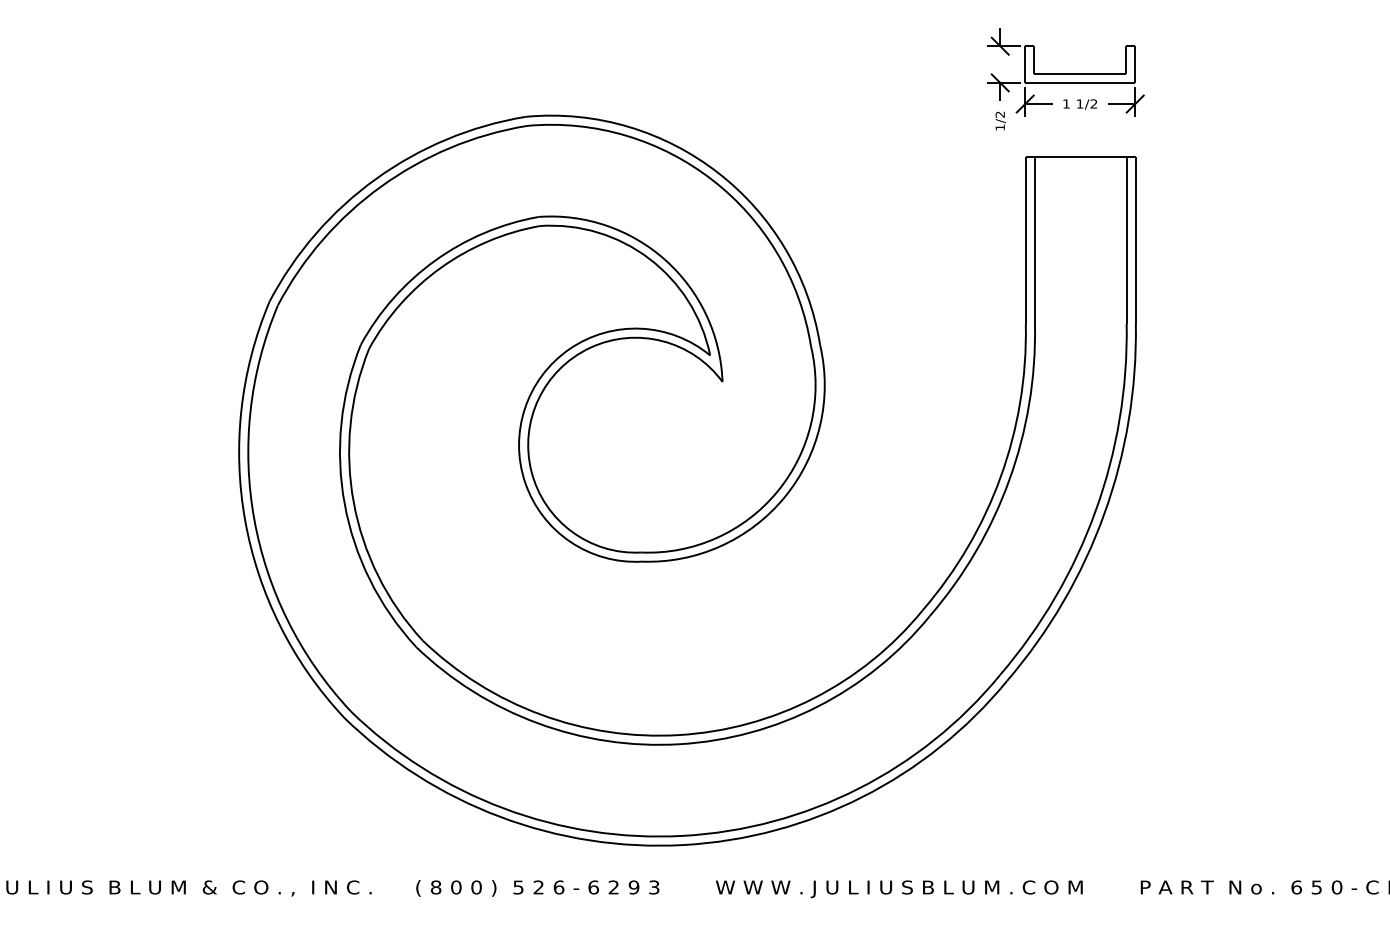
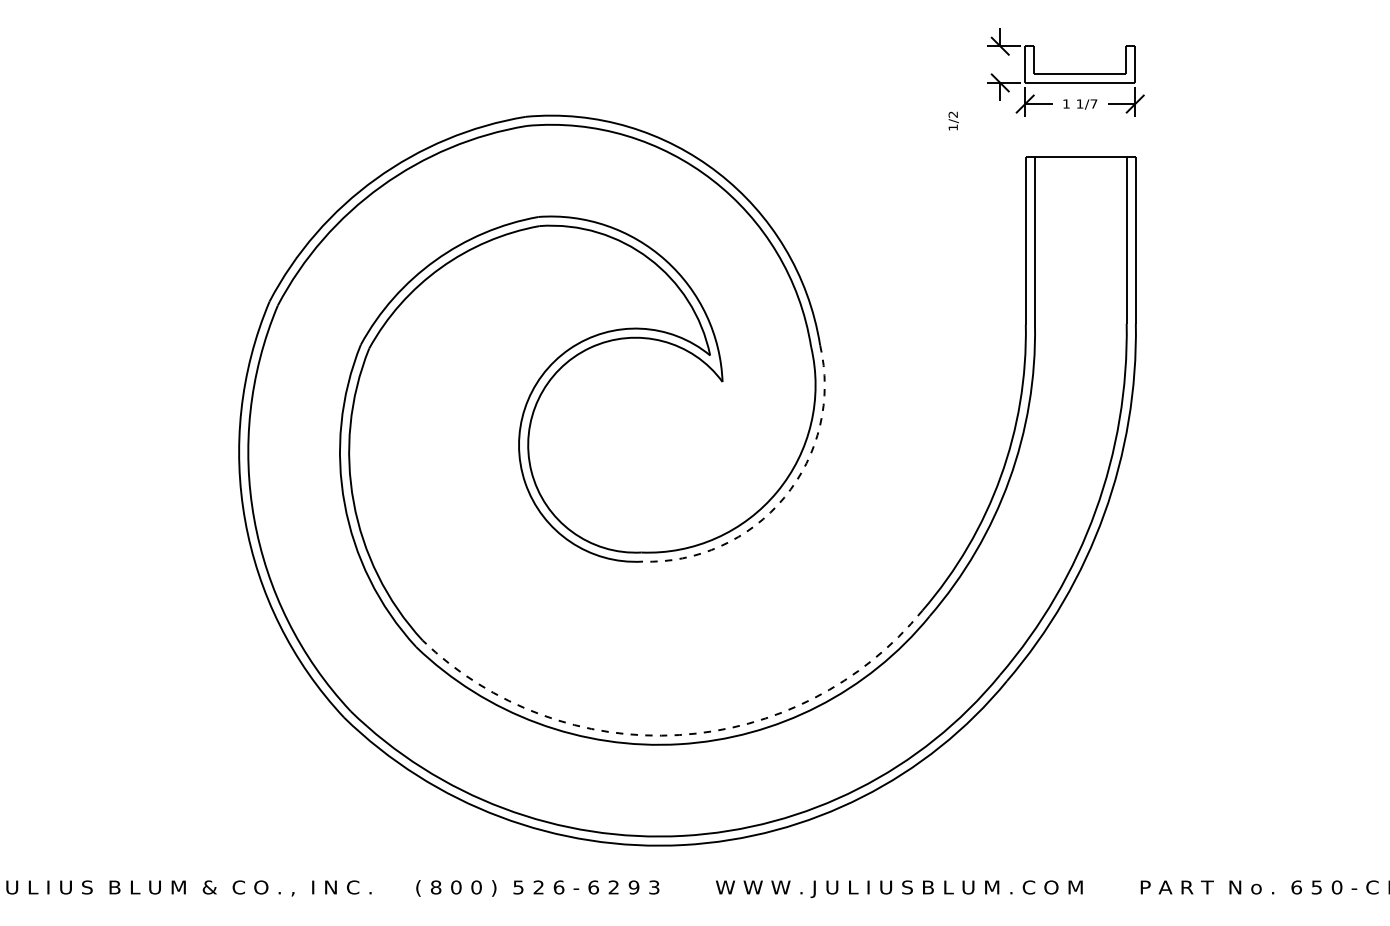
text at (1093, 103): 1/2 -> 1/7
text at (1000, 120) position: (1000, 120) -> (953, 120)
arc at (784, 497): solid -> dashed
arc at (679, 735): solid -> dashed
